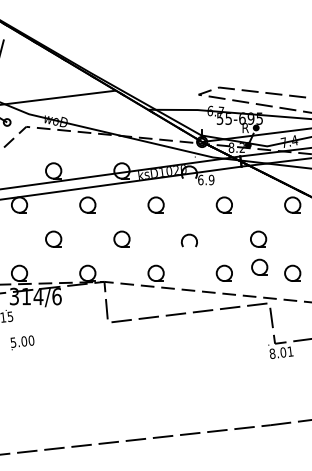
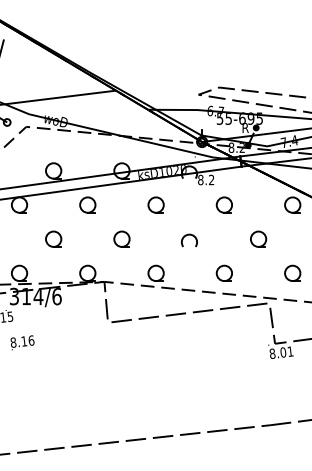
text at (206, 179): 6.9 -> 8.2
part at (259, 266): present -> none
text at (22, 341): 5.00 -> 8.16
